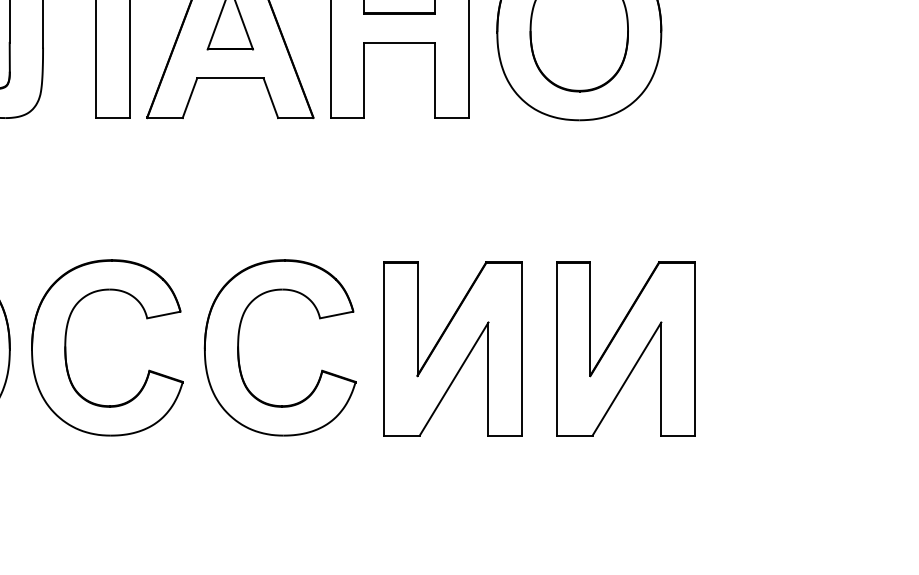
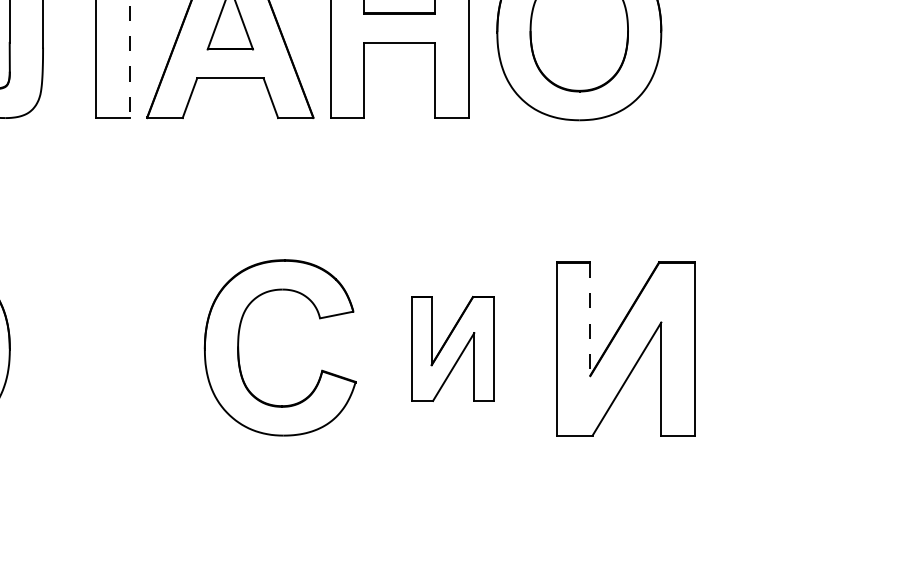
line at (129, 59): solid -> dashed
line at (590, 319): solid -> dashed
part at (66, 347): present -> none
part at (452, 348) size: 140x176 px -> 84x106 px
